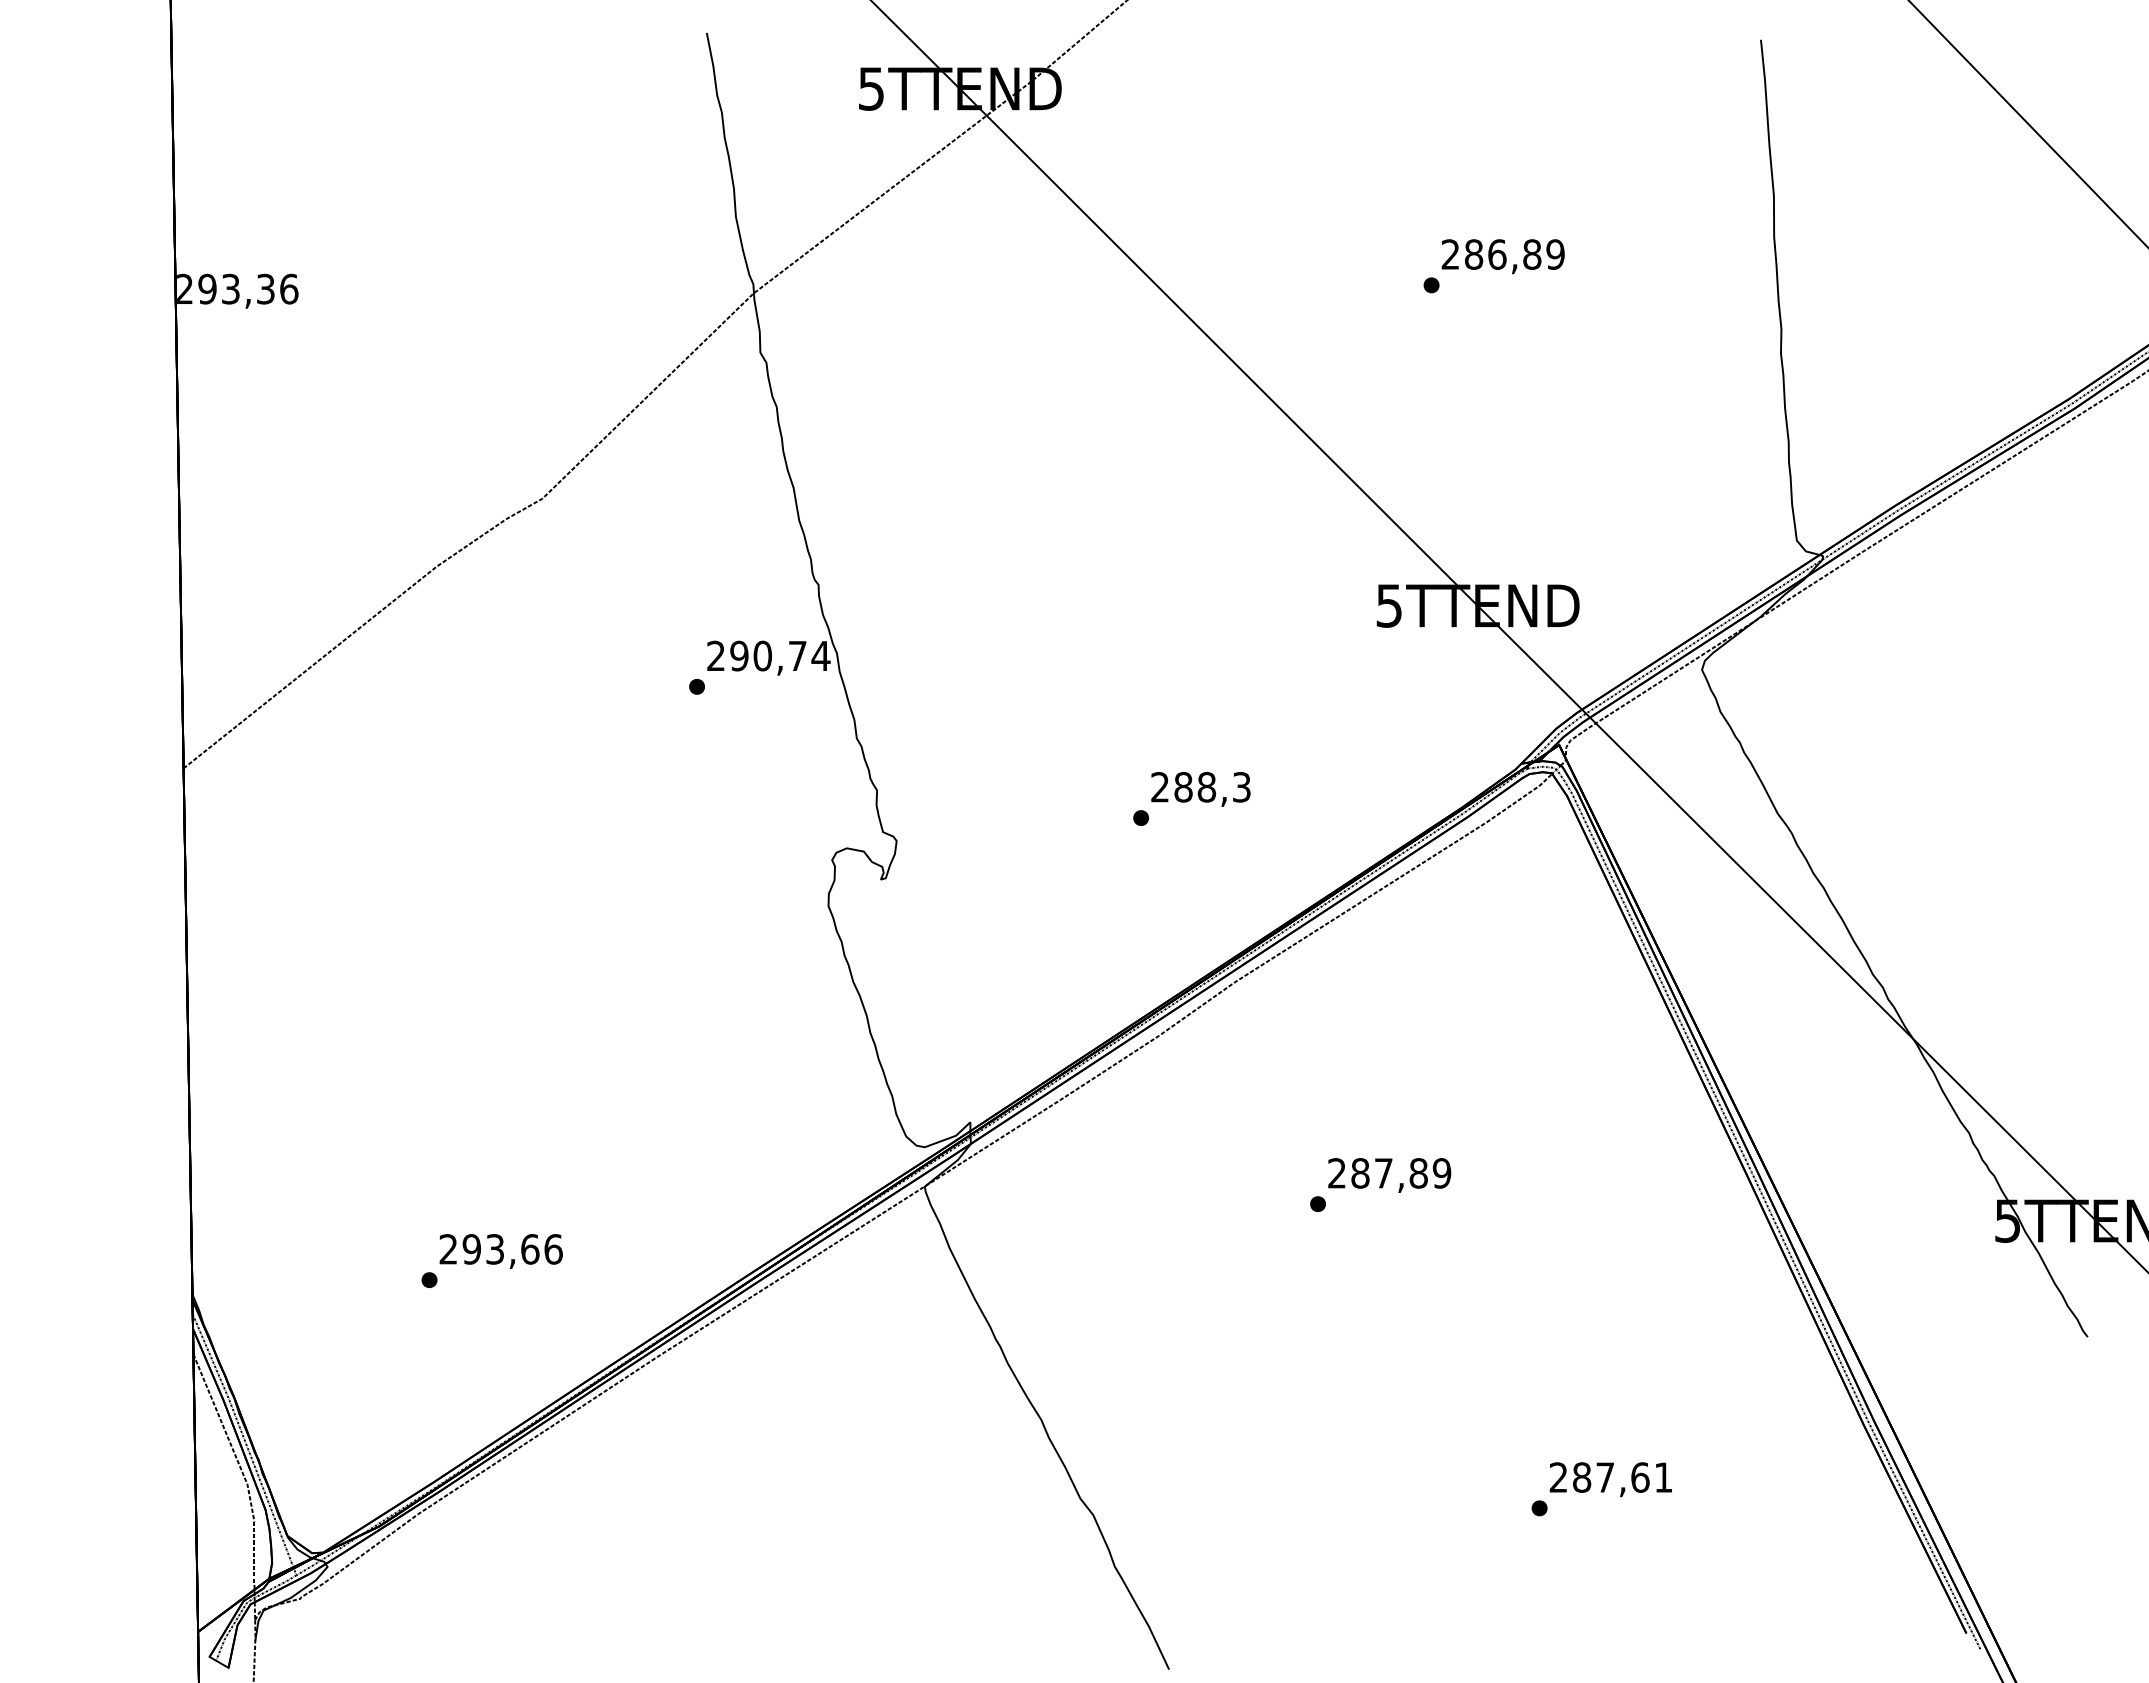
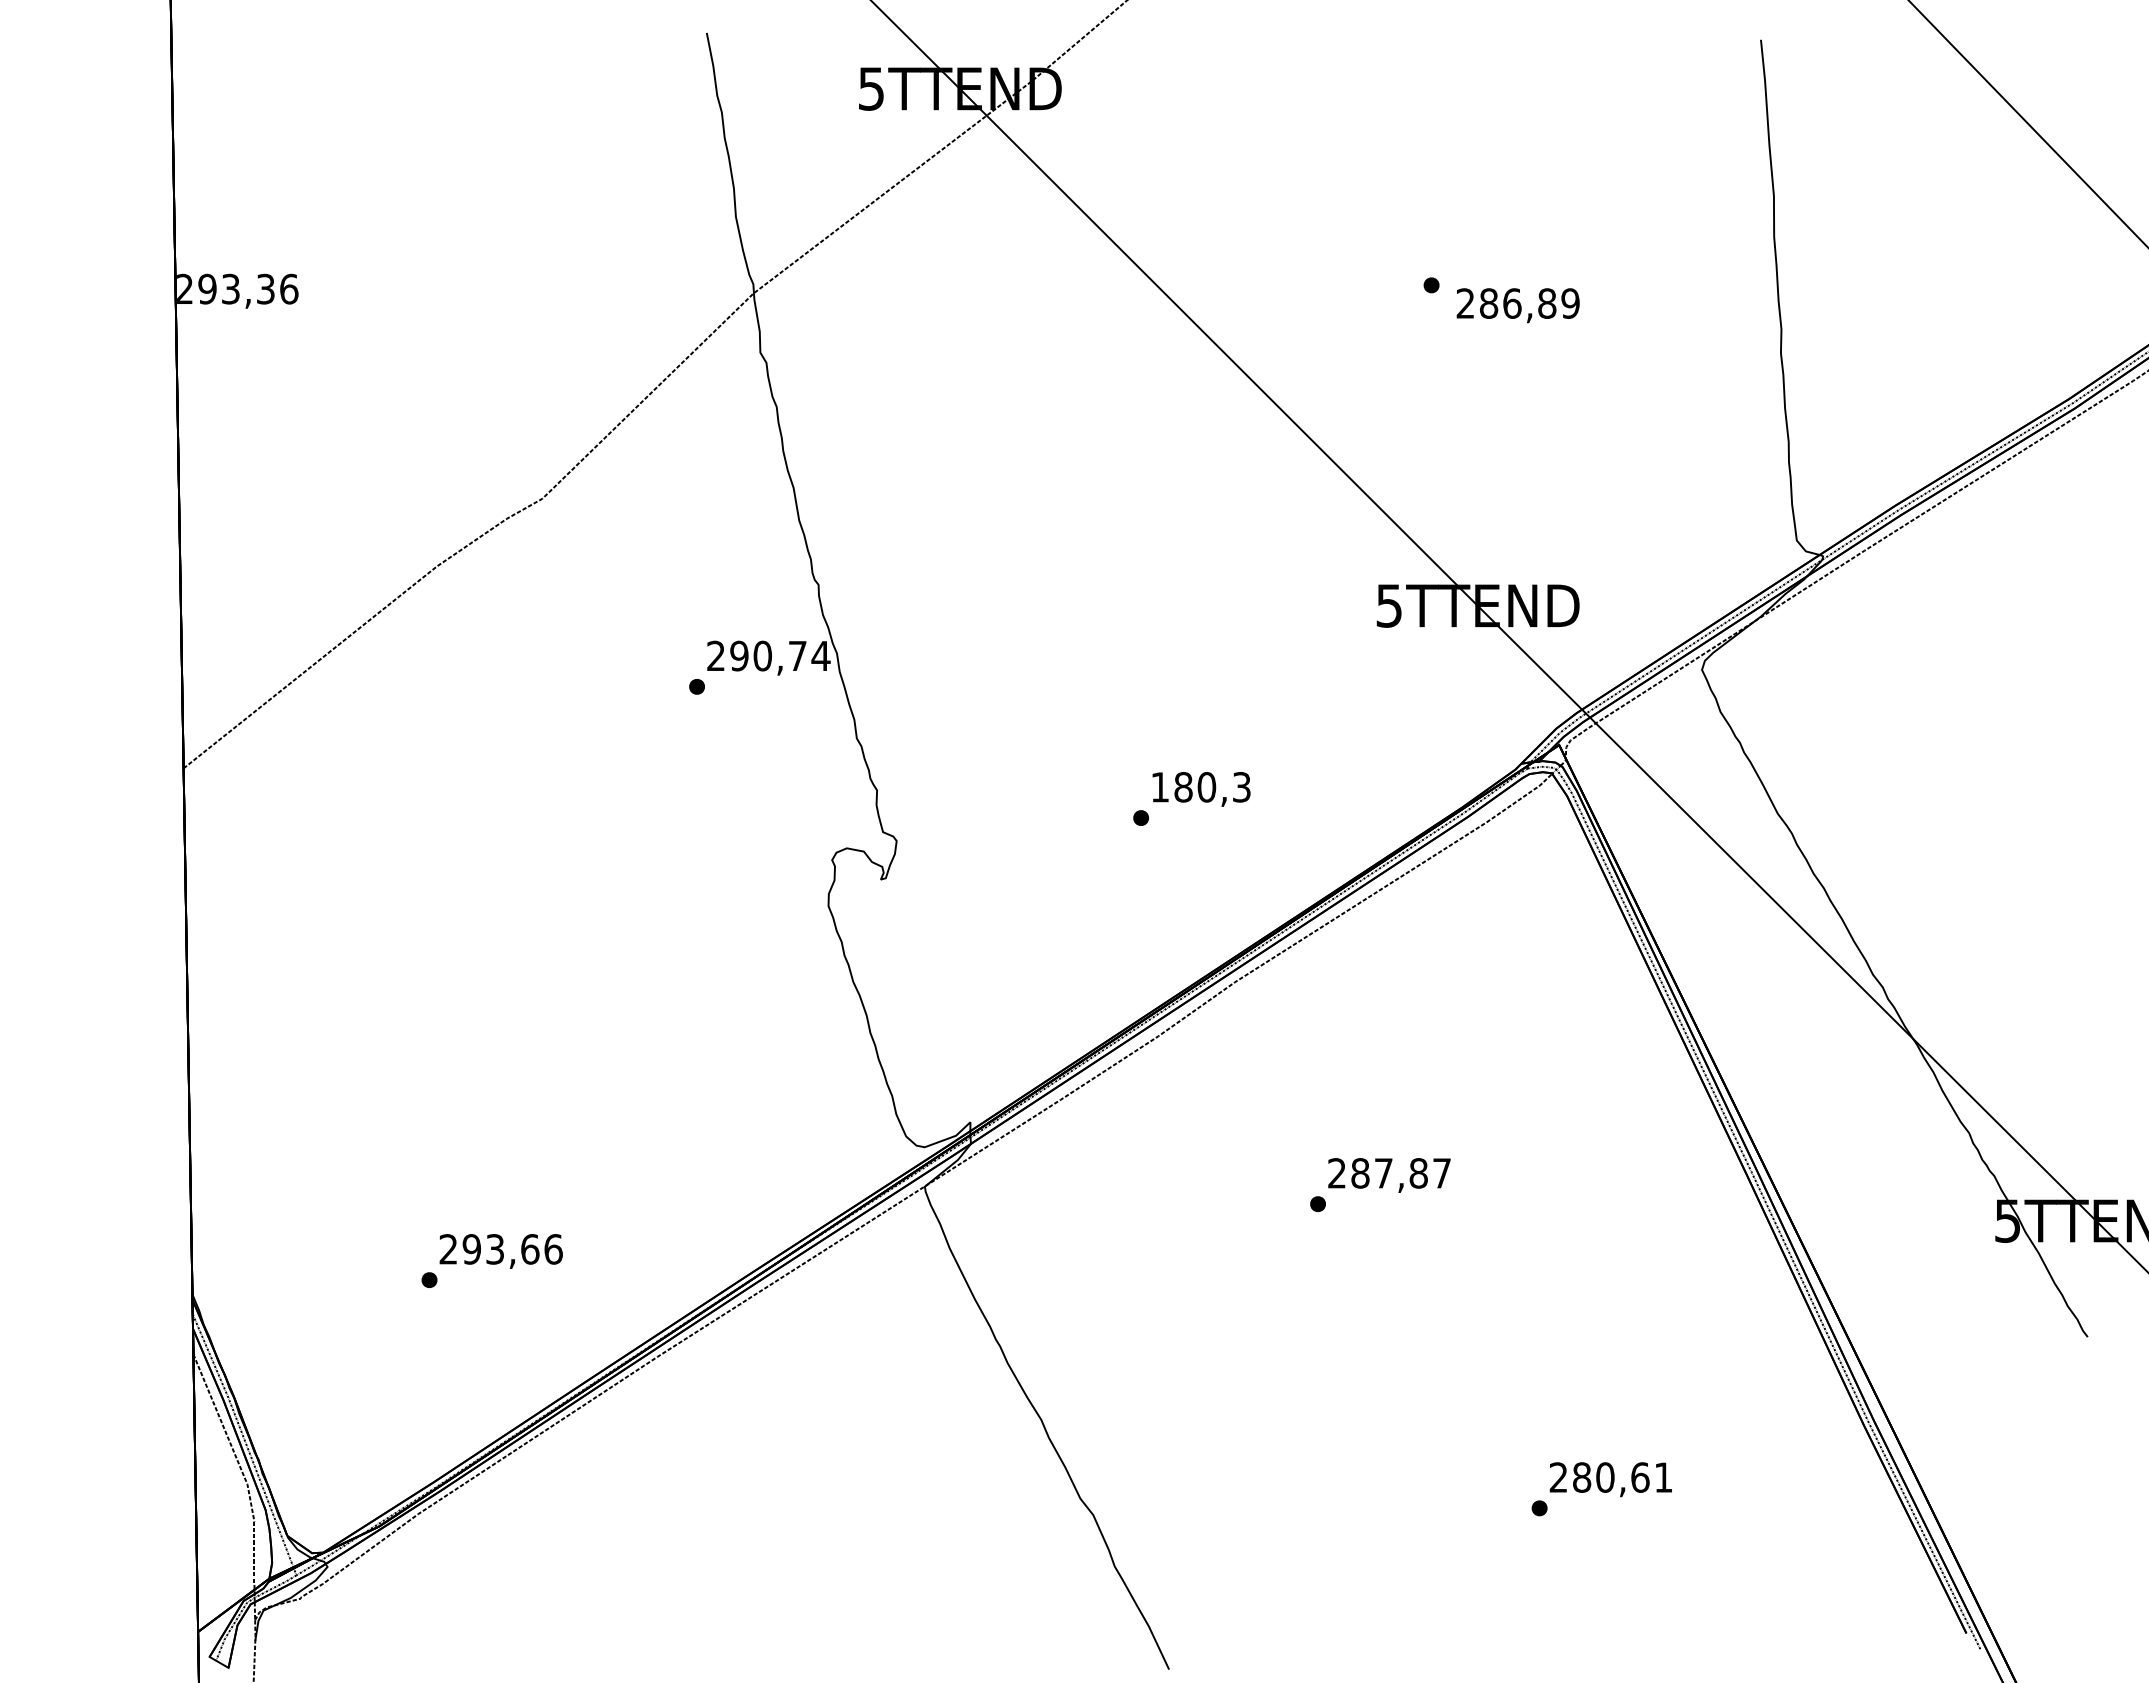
text at (1502, 256) position: (1502, 256) -> (1517, 305)
text at (1183, 787): 288,3 -> 180,3
text at (1441, 1173): 287,89 -> 287,87
text at (1605, 1477): 287,61 -> 280,61
